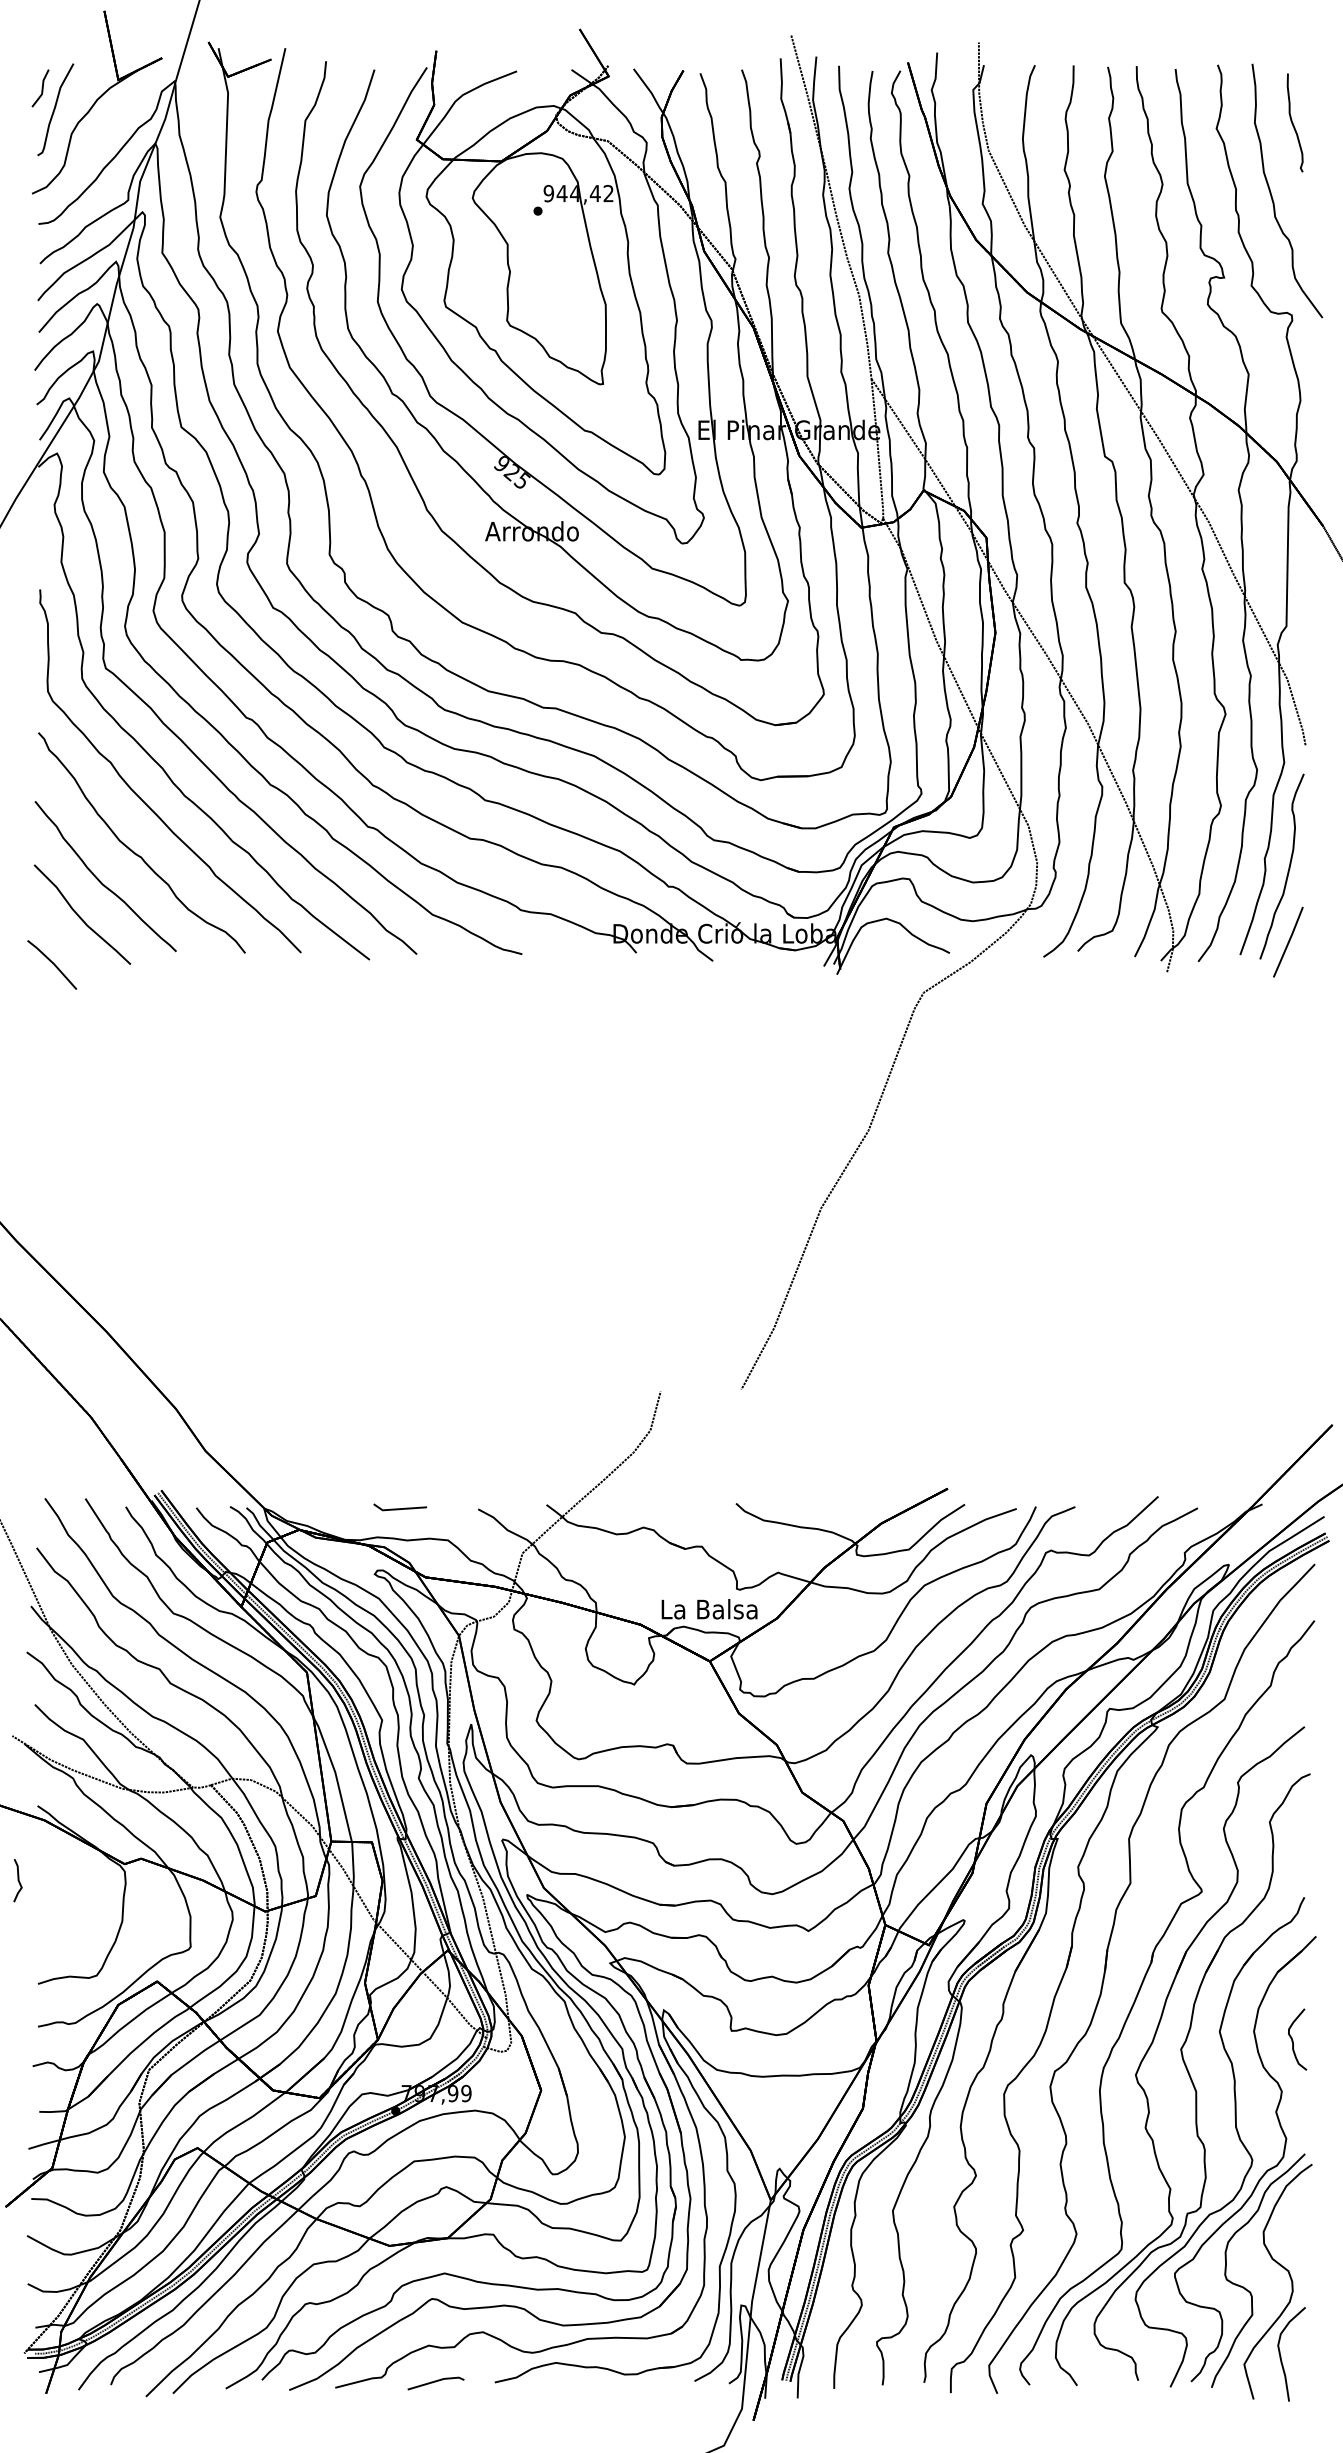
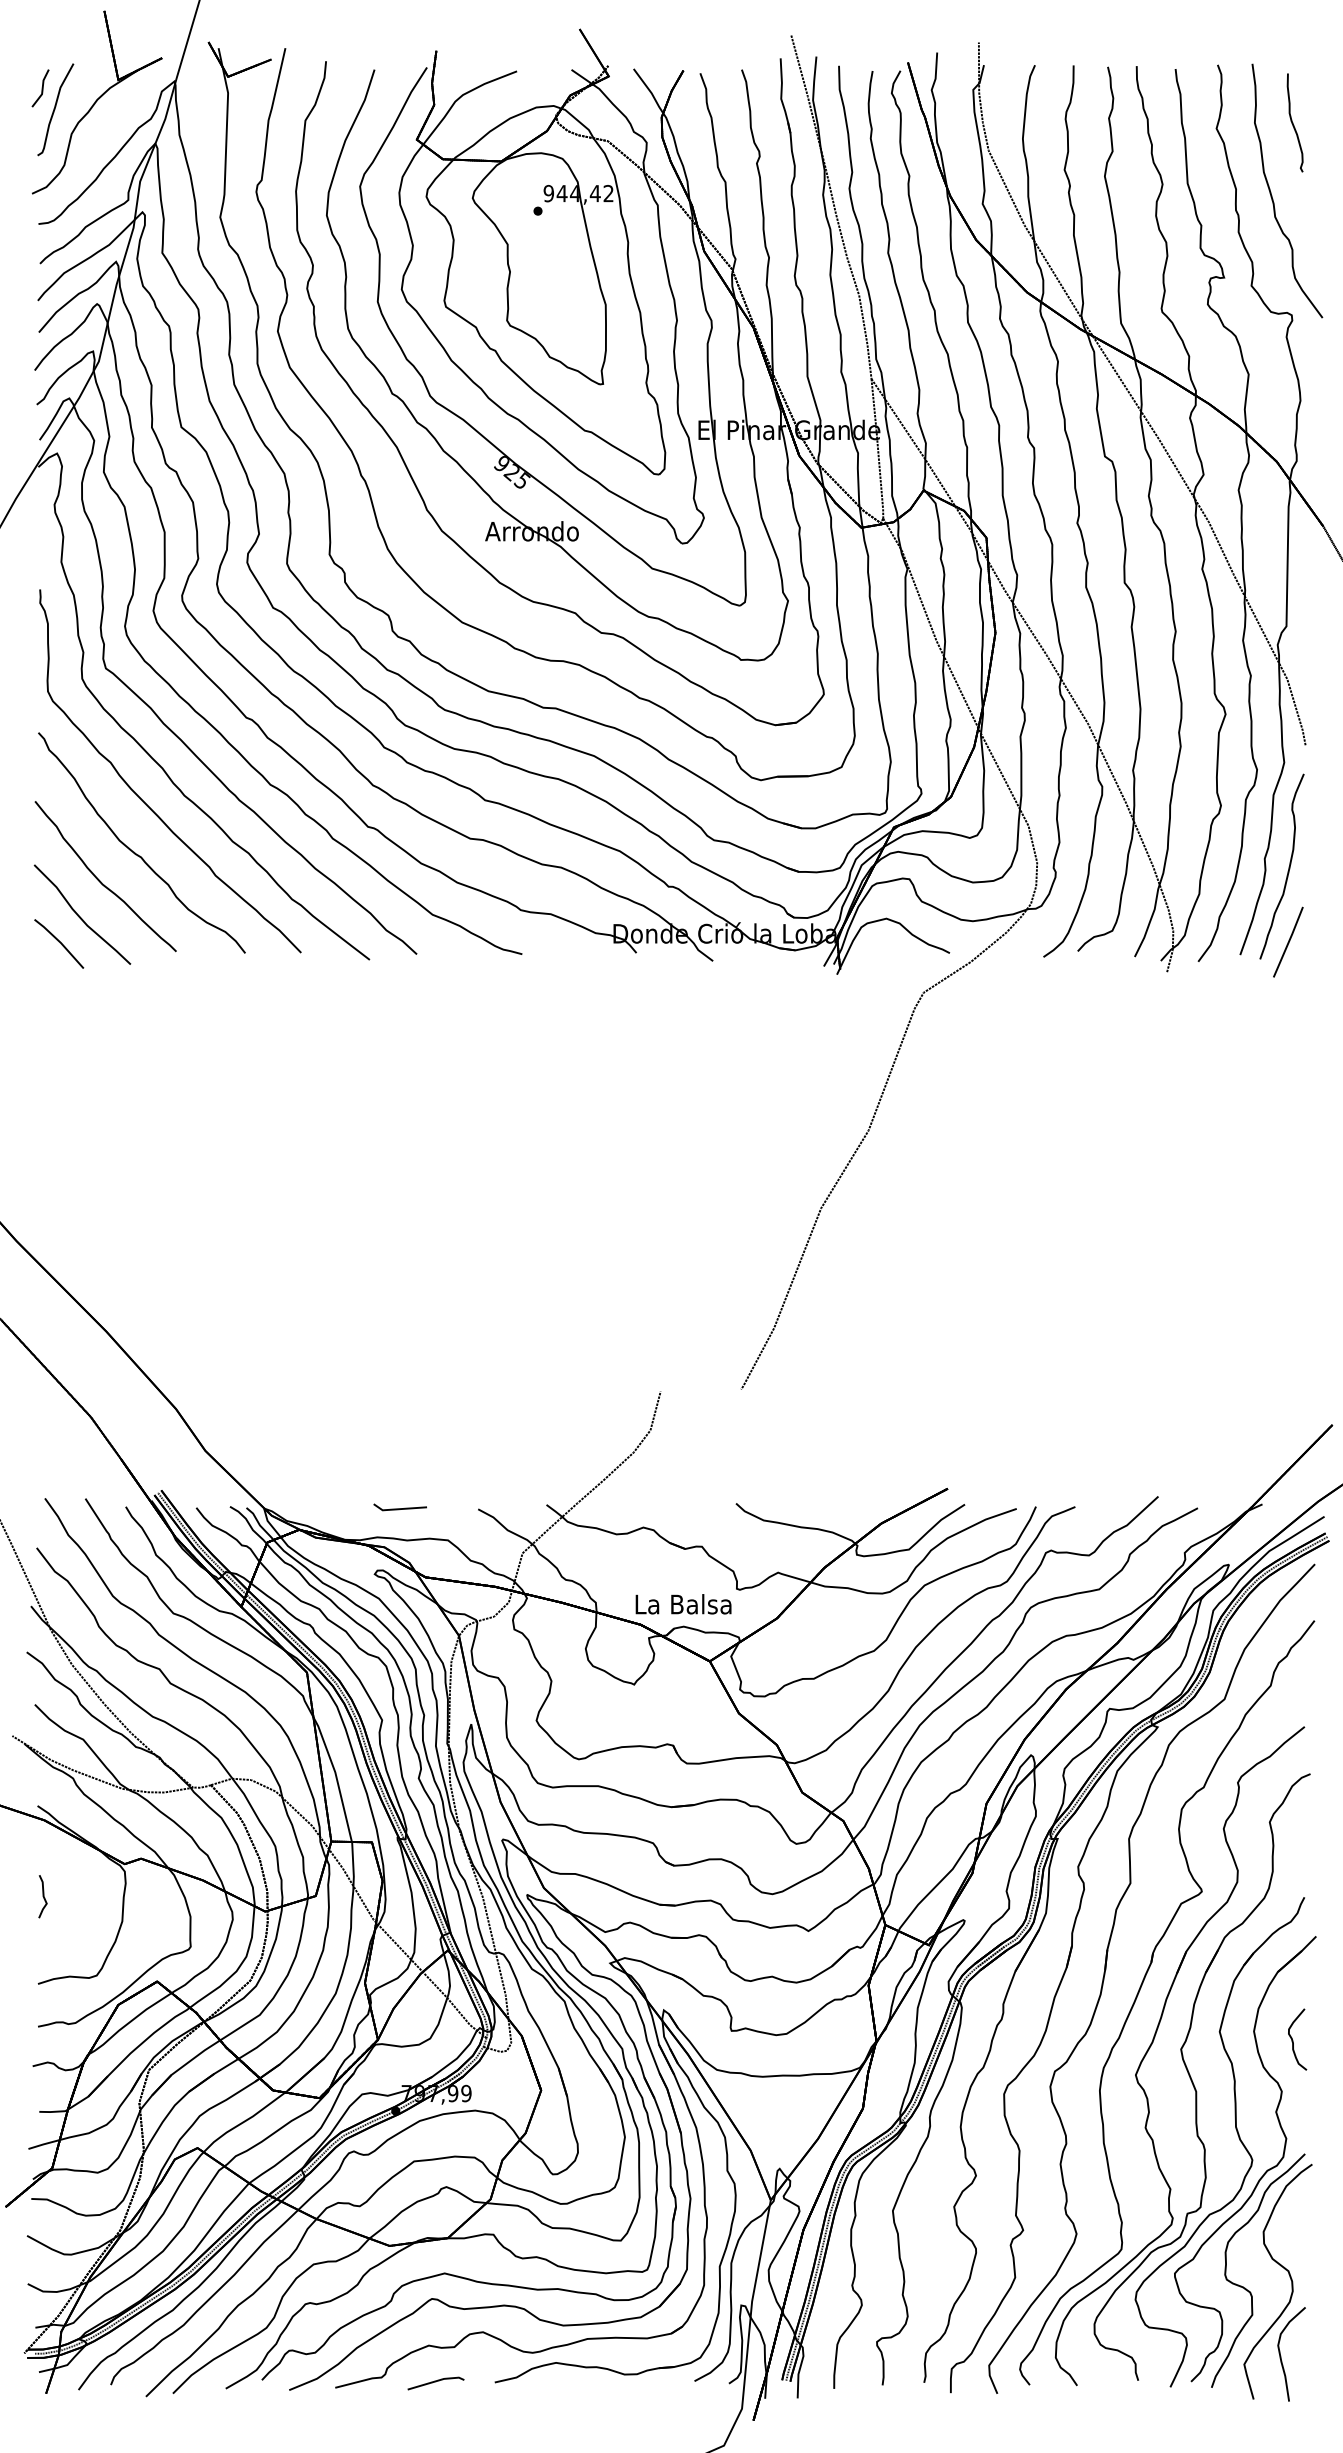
part at (52, 964) position: (52, 964) -> (59, 943)
text at (709, 1609) position: (709, 1609) -> (683, 1604)
part at (17, 1880) position: (17, 1880) -> (42, 1896)
